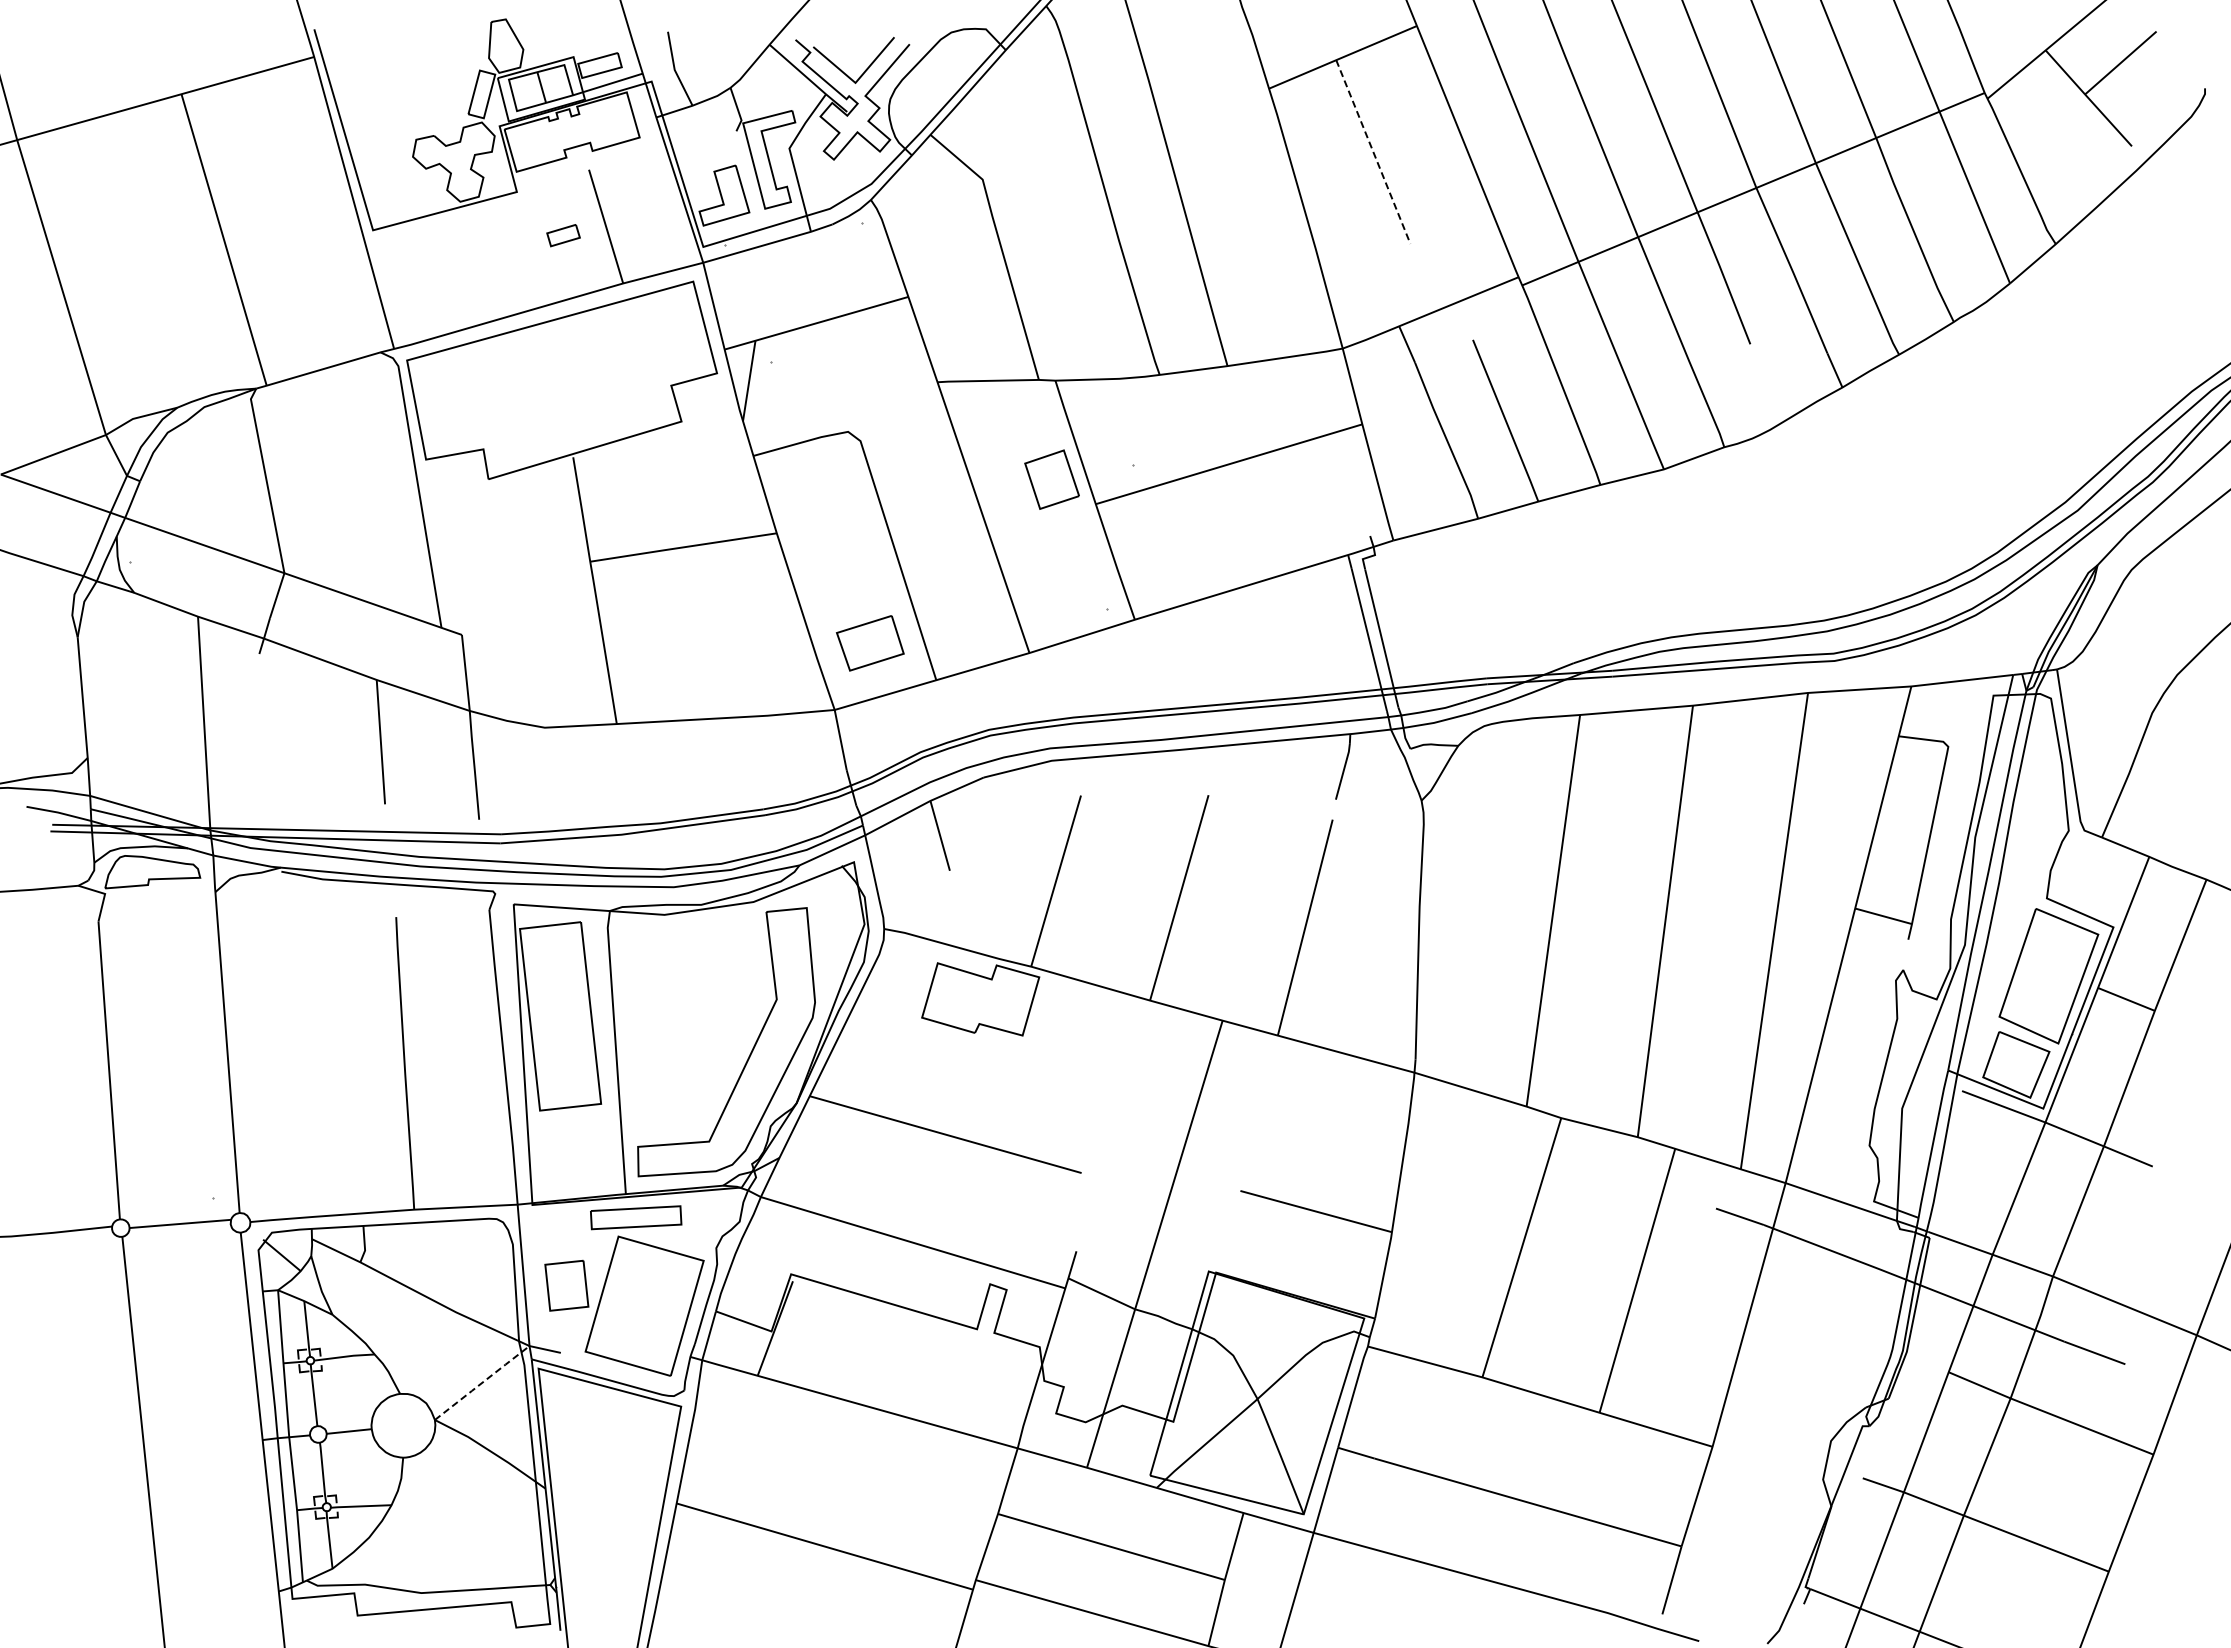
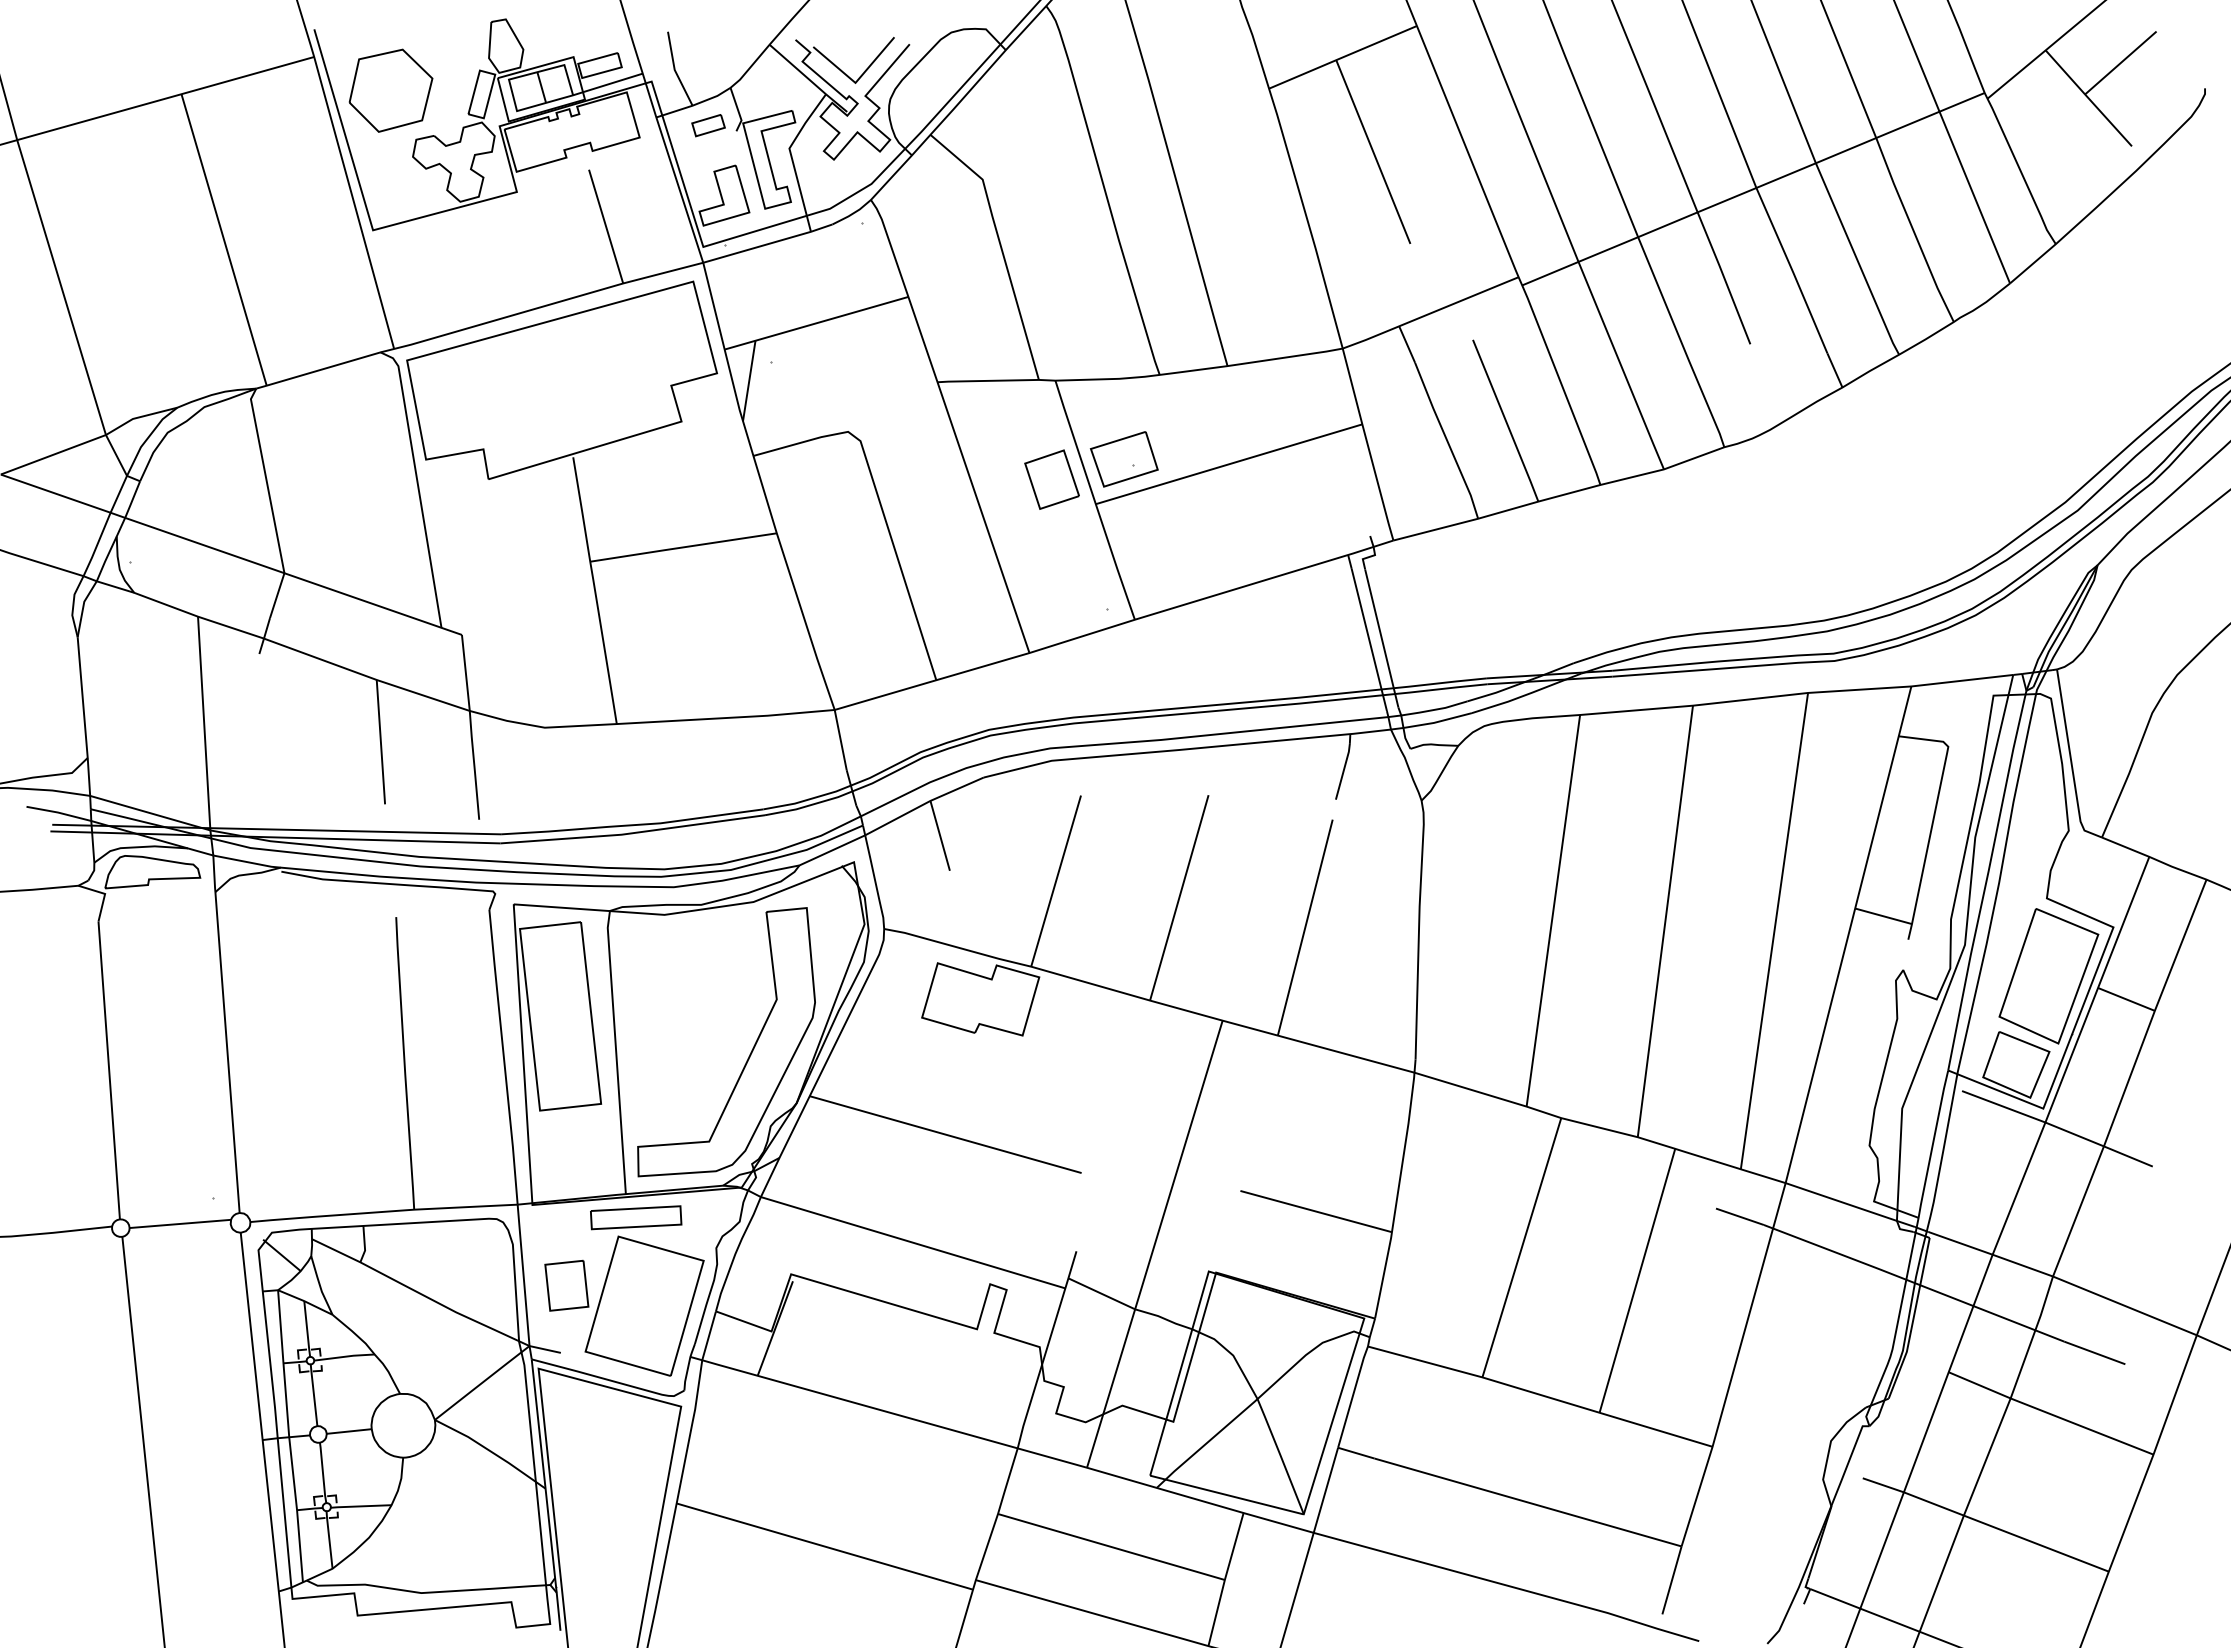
part at (390, 90): none -> present
line at (1373, 152): dashed -> solid
part at (563, 235) position: (563, 235) -> (708, 125)
part at (869, 643) position: (869, 643) -> (1123, 459)
line at (482, 1382): dashed -> solid
